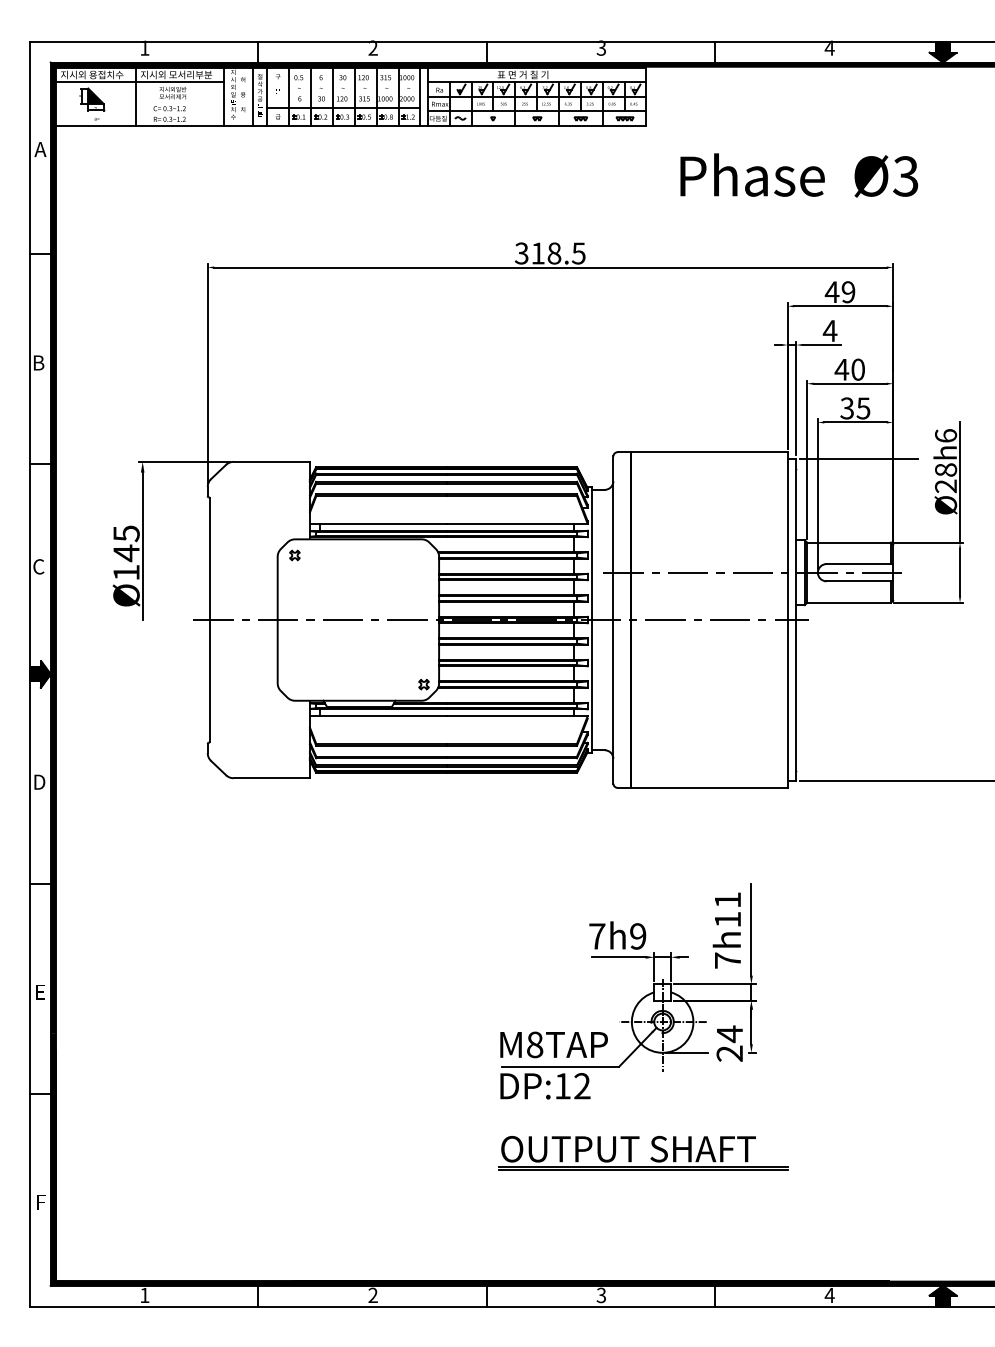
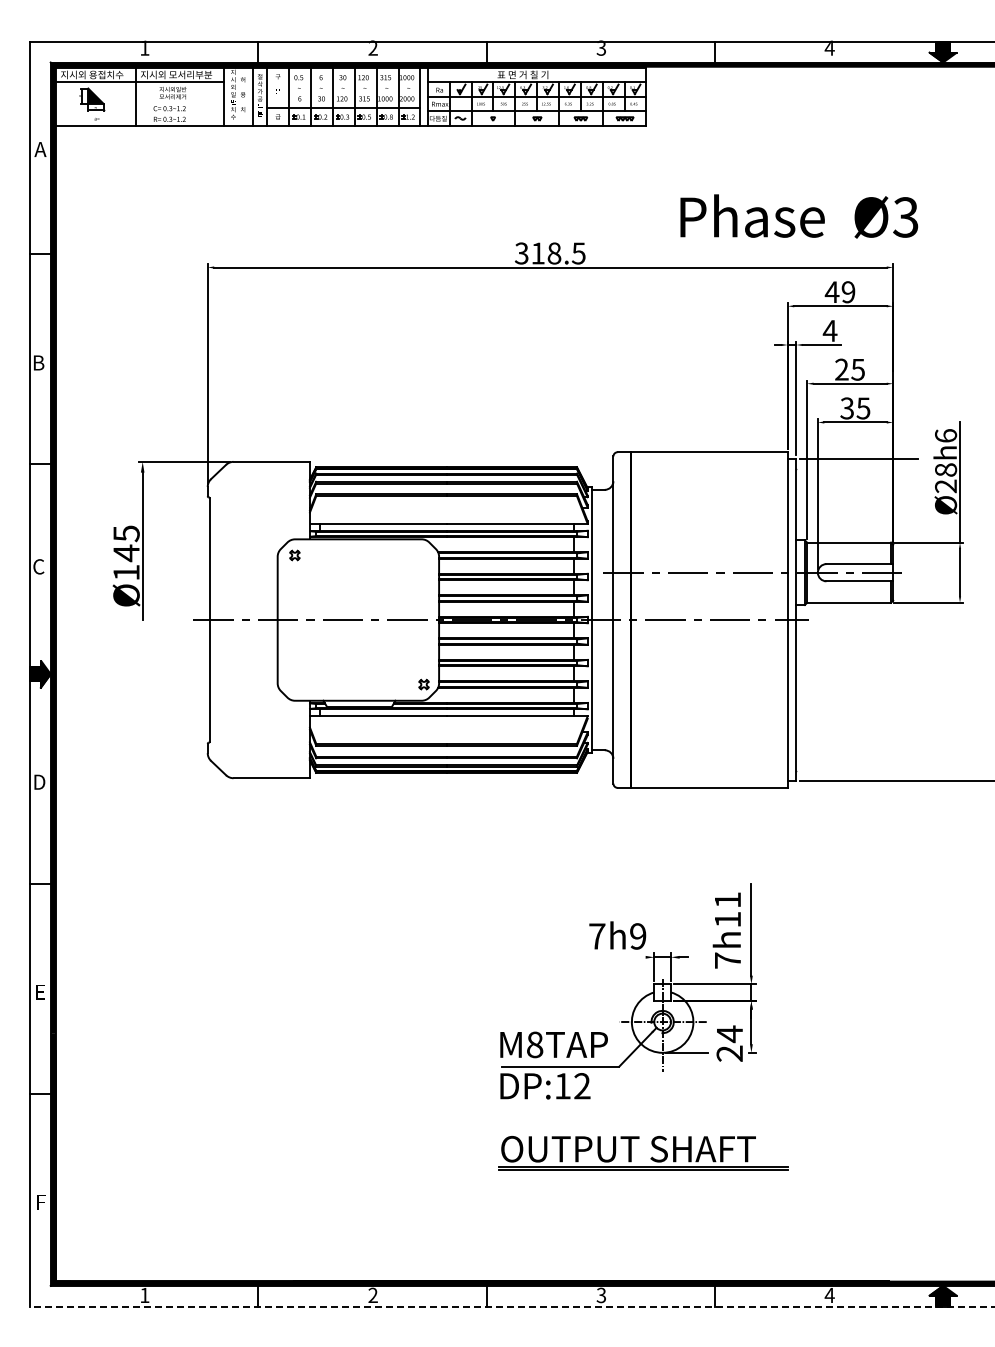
text at (799, 175) position: (799, 175) -> (799, 216)
text at (849, 369): 40 -> 25
line at (618, 957): present -> none
line at (511, 1306): solid -> dashed
